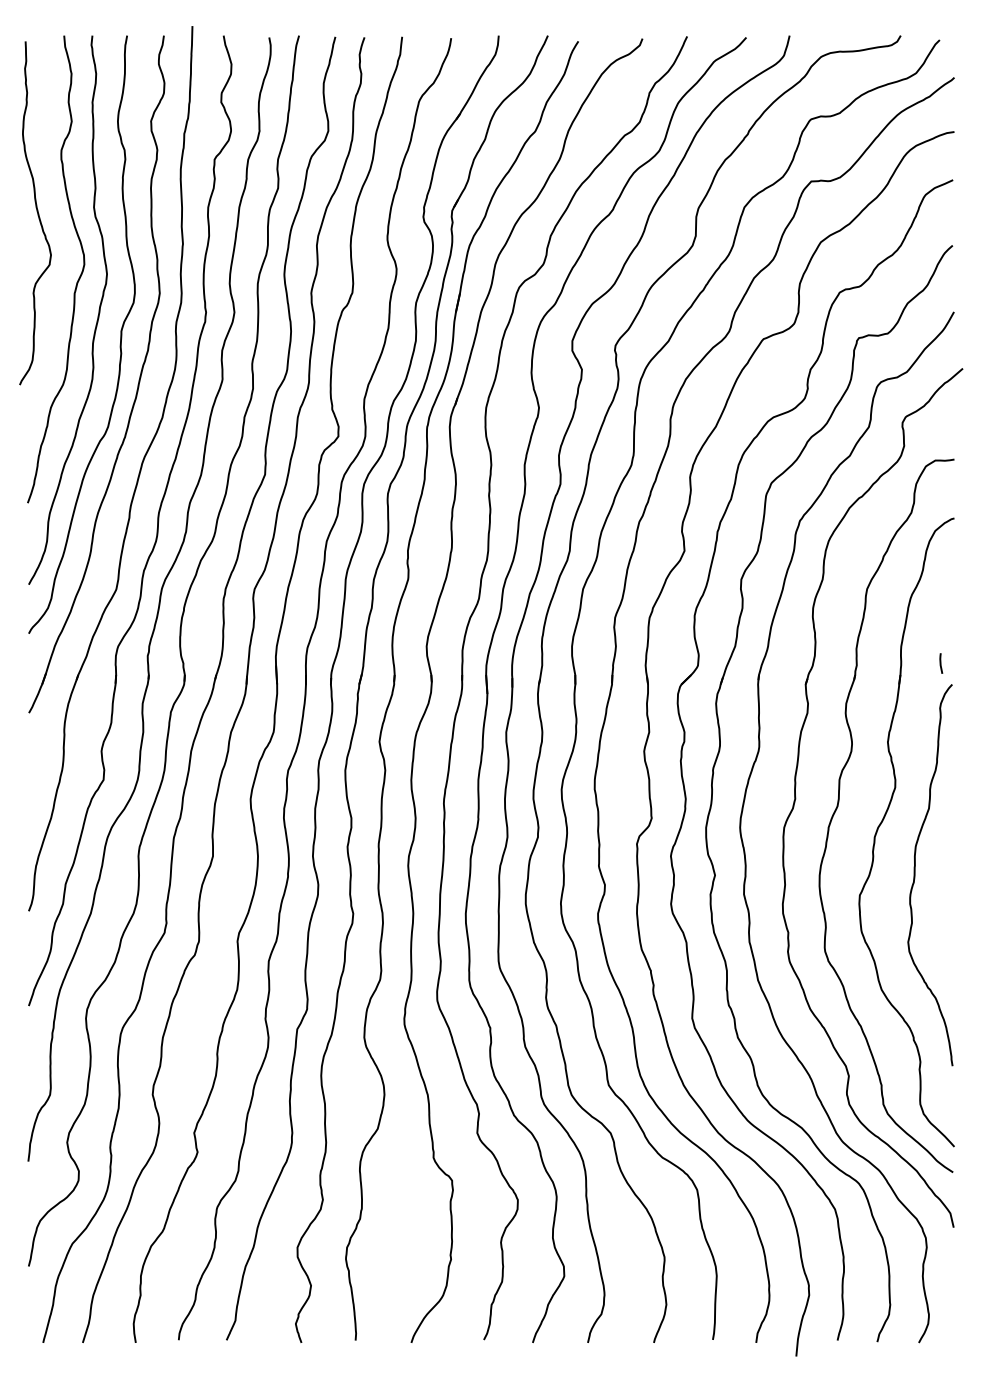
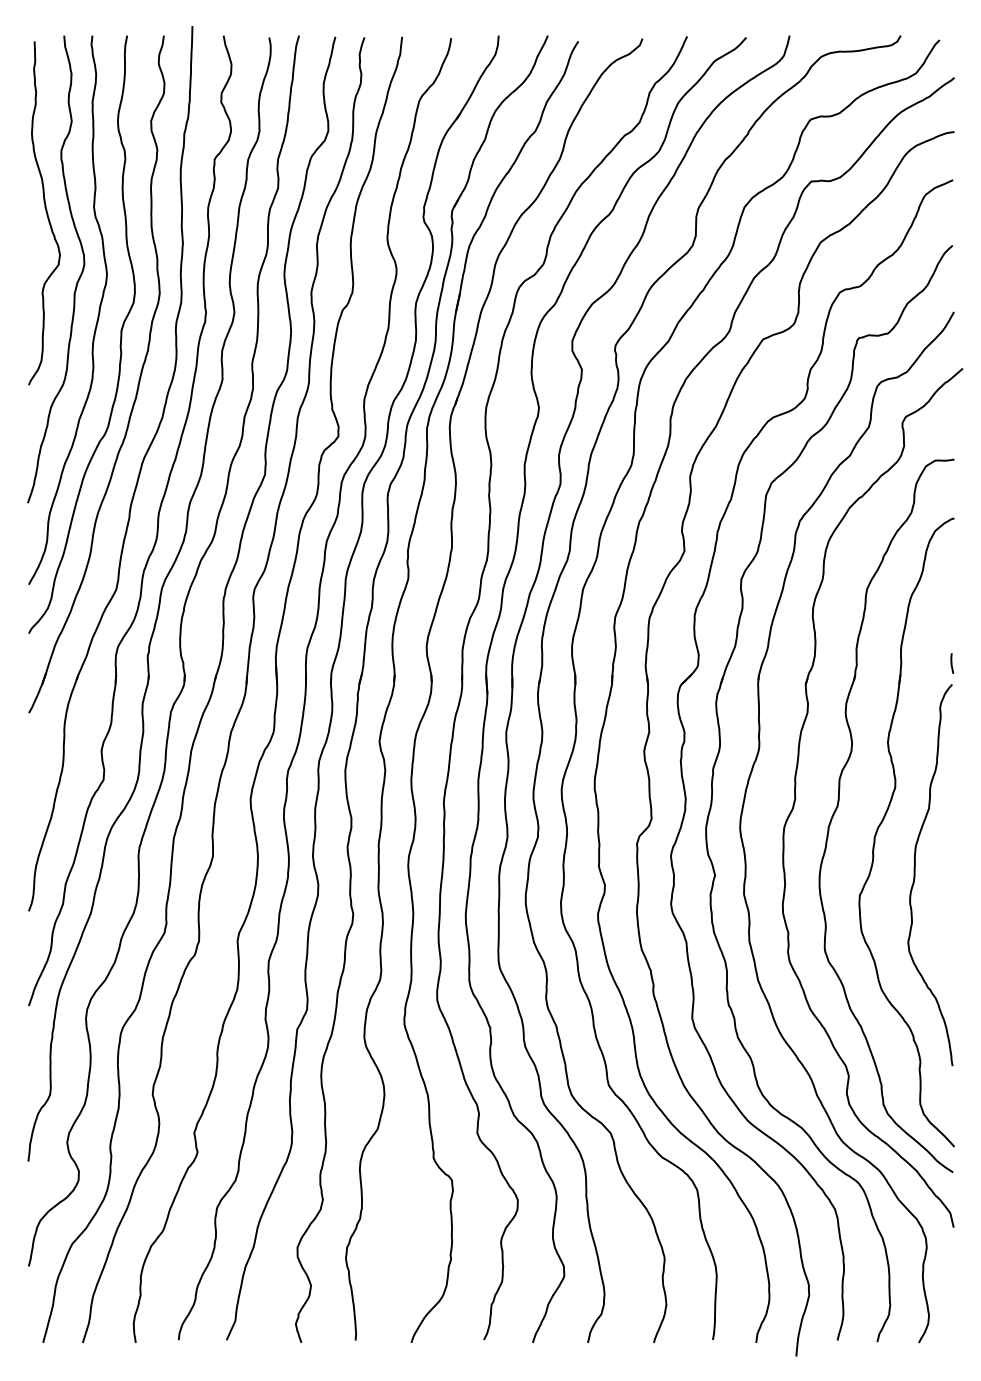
curve at (37, 213) position: (37, 213) -> (46, 213)
line at (941, 663) position: (941, 663) -> (952, 663)
